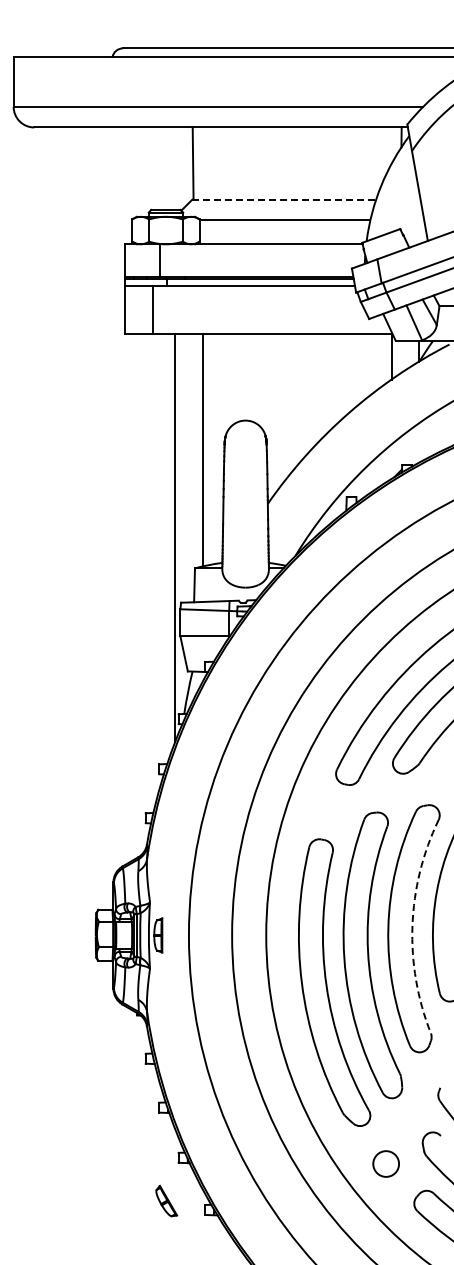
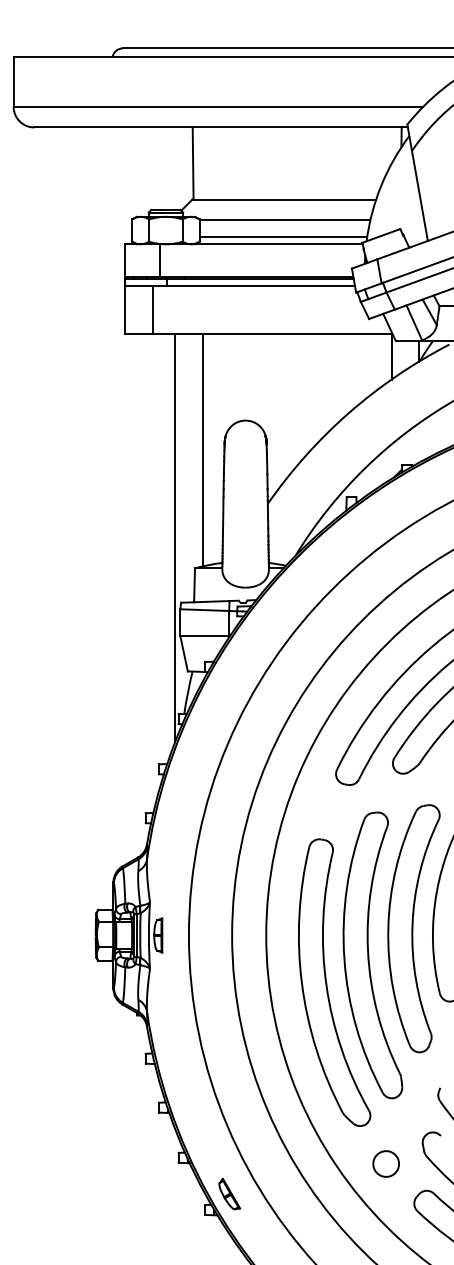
line at (284, 199): dashed -> solid
line at (283, 237): none -> present
arc at (412, 925): dashed -> solid
part at (166, 1200) position: (166, 1200) -> (229, 1193)
